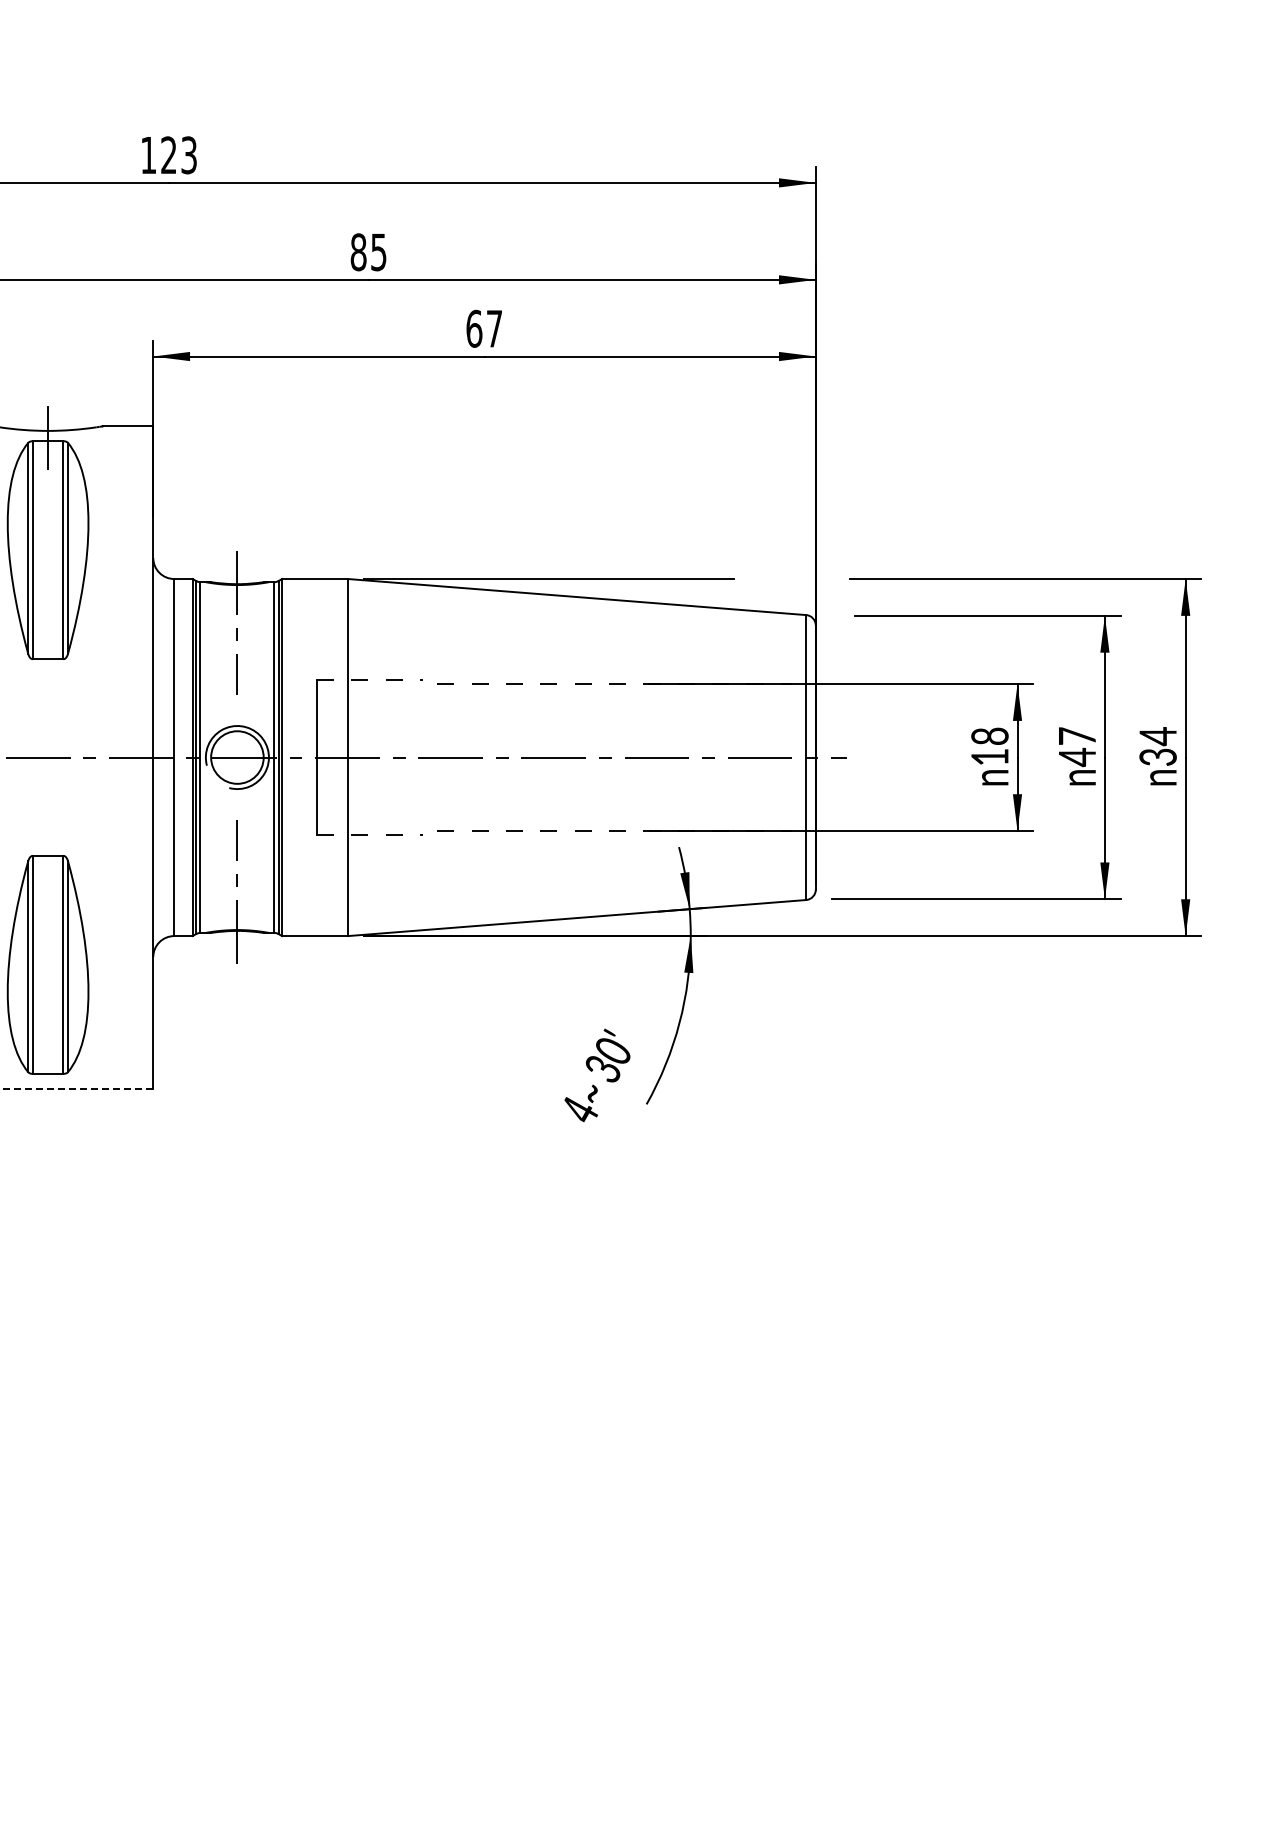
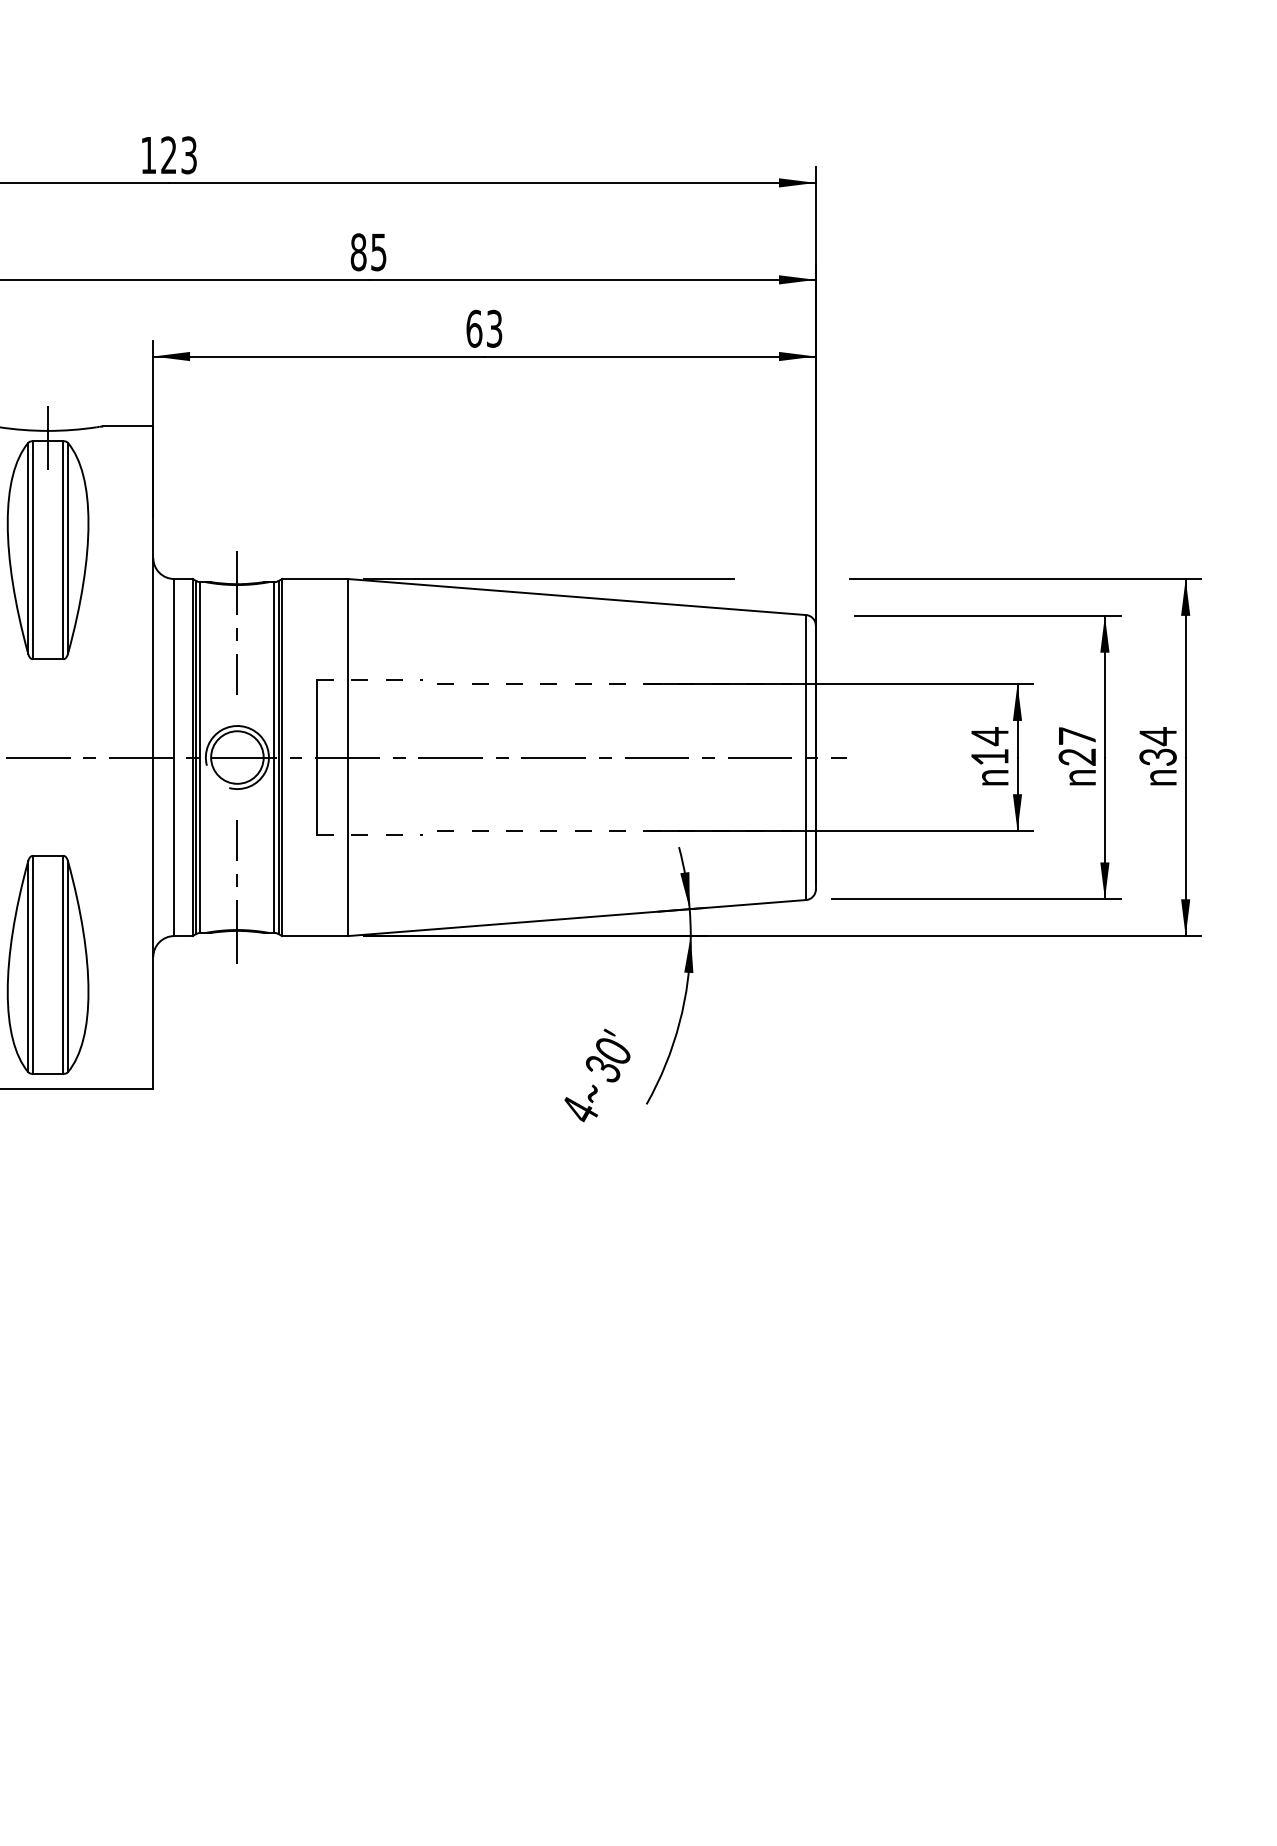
text at (494, 328): 67 -> 63
text at (989, 736): 18 -> 14
text at (1076, 757): 47 -> 27
line at (76, 1088): dashed -> solid
